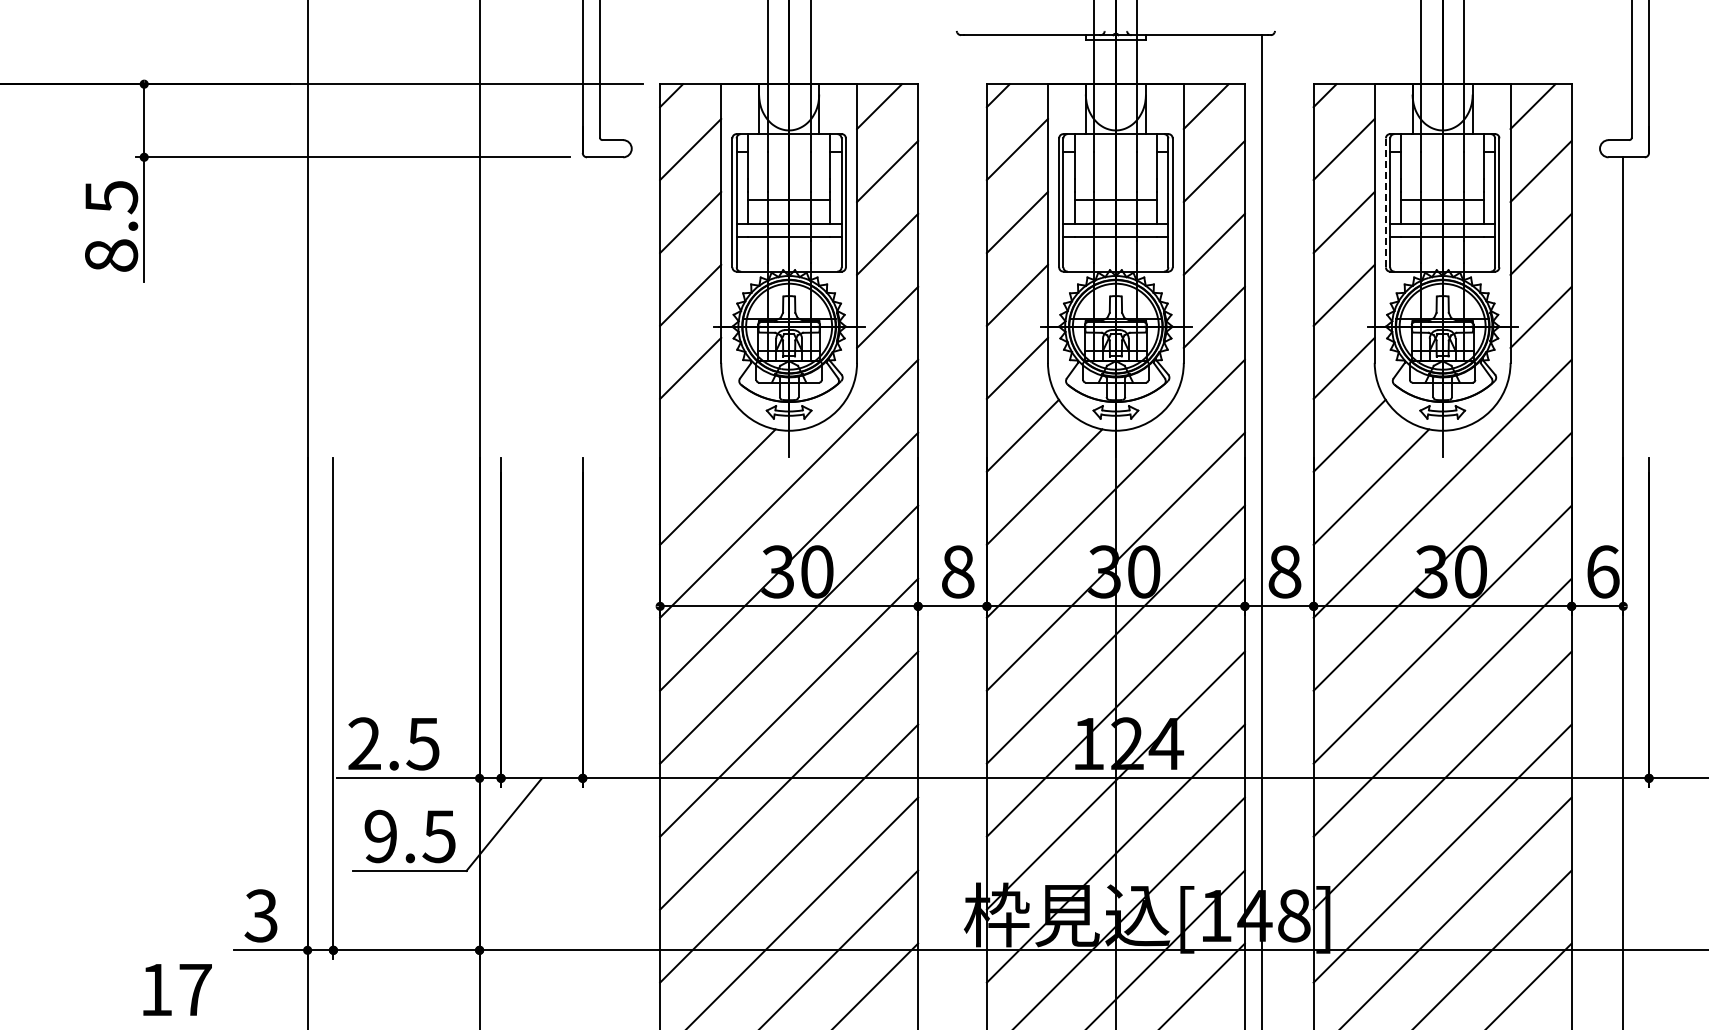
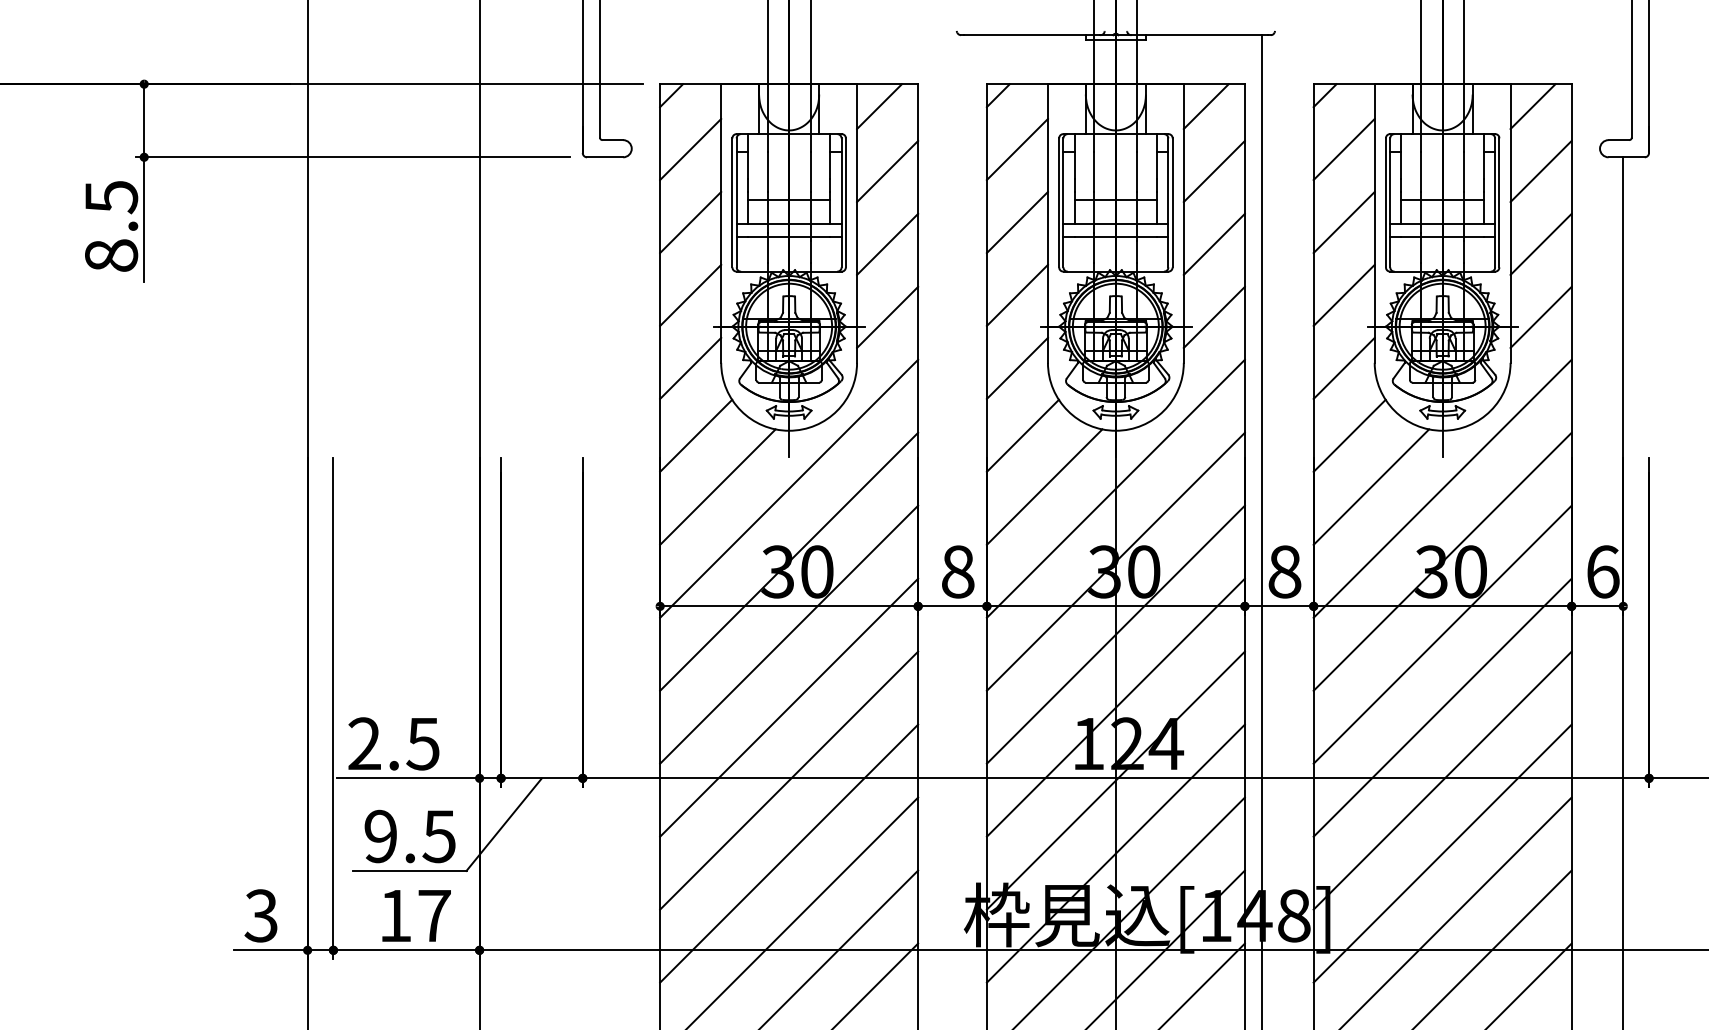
line at (1385, 202): dashed -> solid
line at (696, 435): none -> present
text at (177, 989) position: (177, 989) -> (416, 915)
